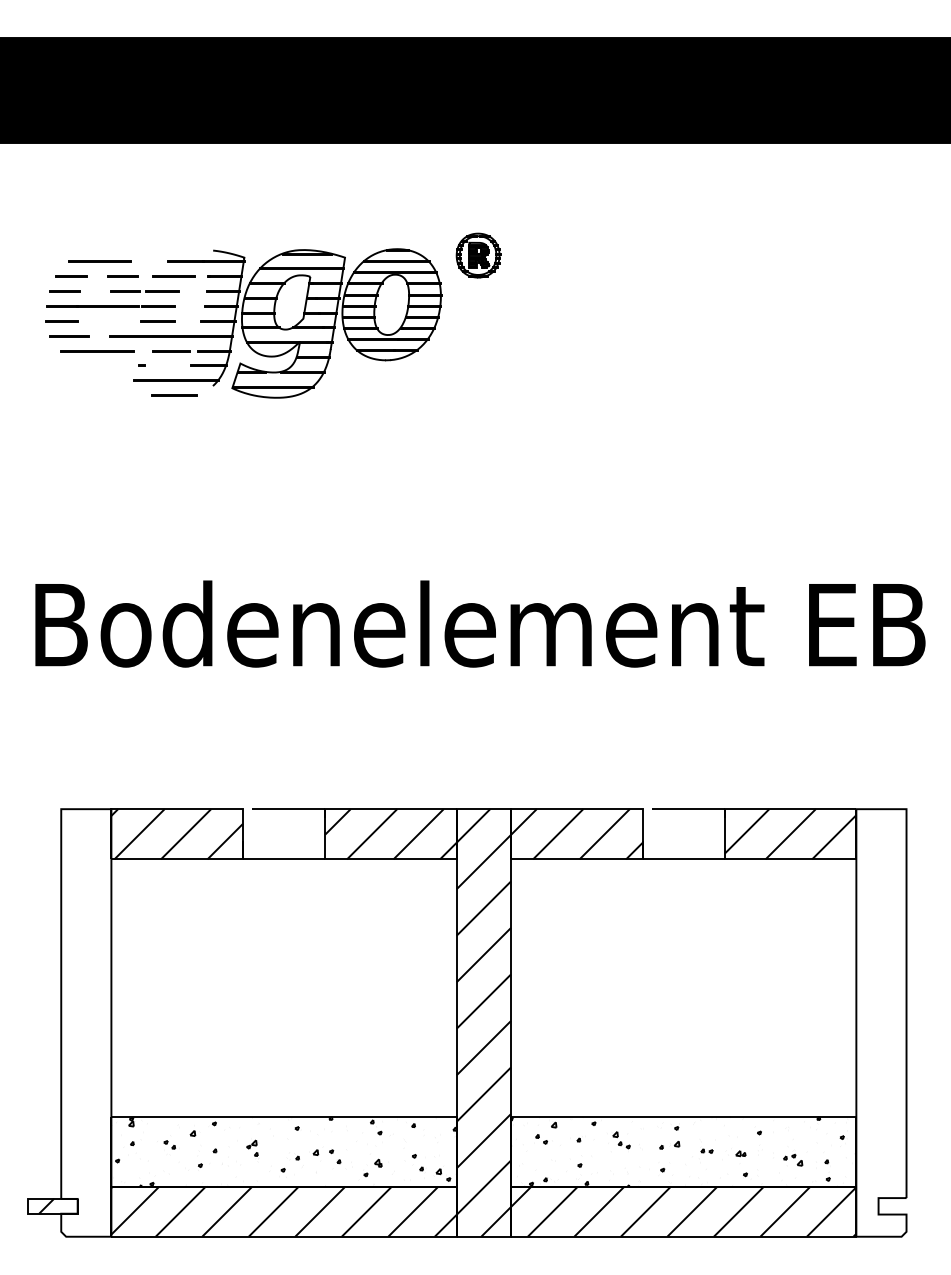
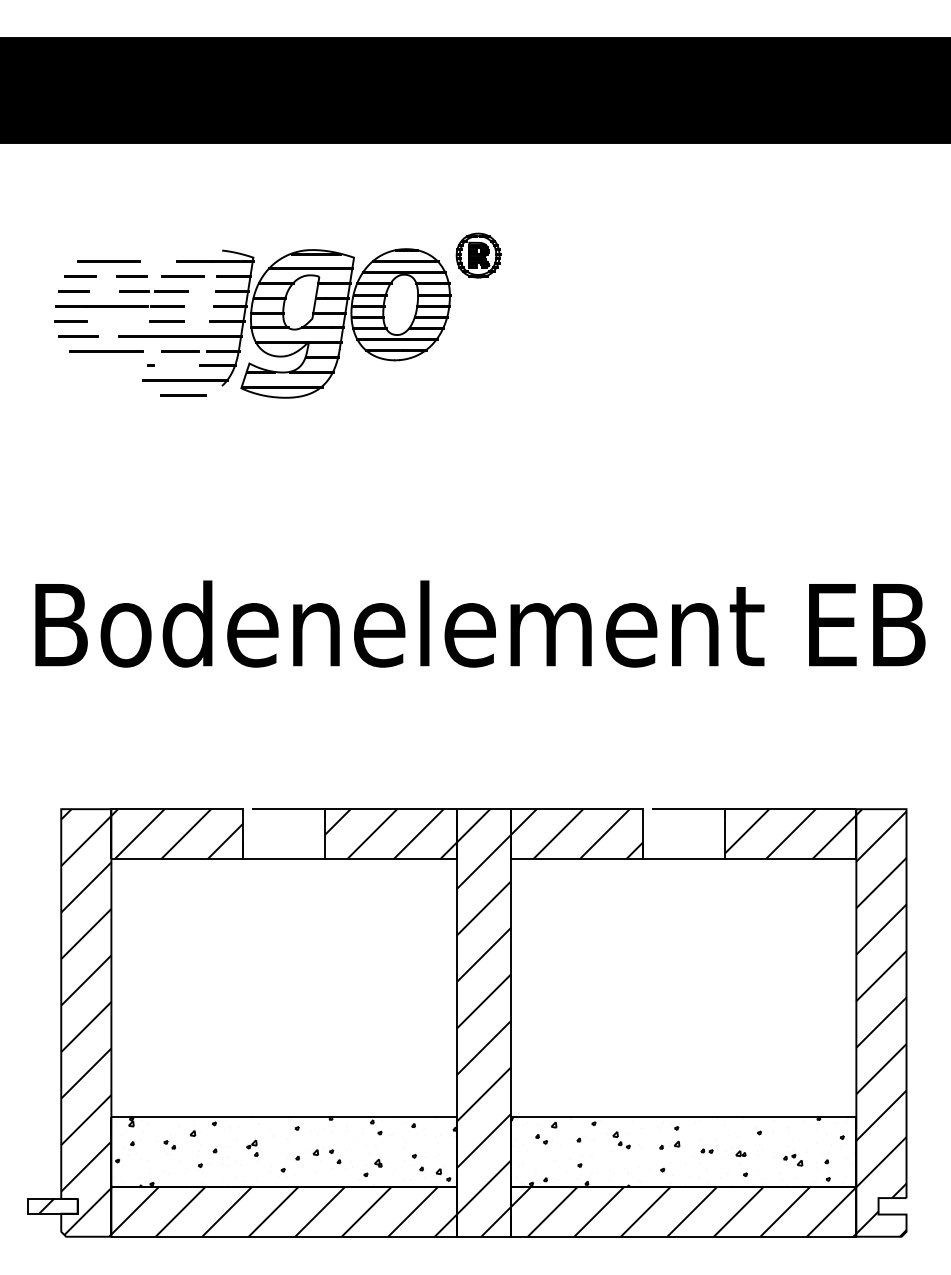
part at (243, 323) position: (243, 323) -> (252, 323)
hatch at (86, 1022): none -> present
hatch at (881, 1022): none -> present
